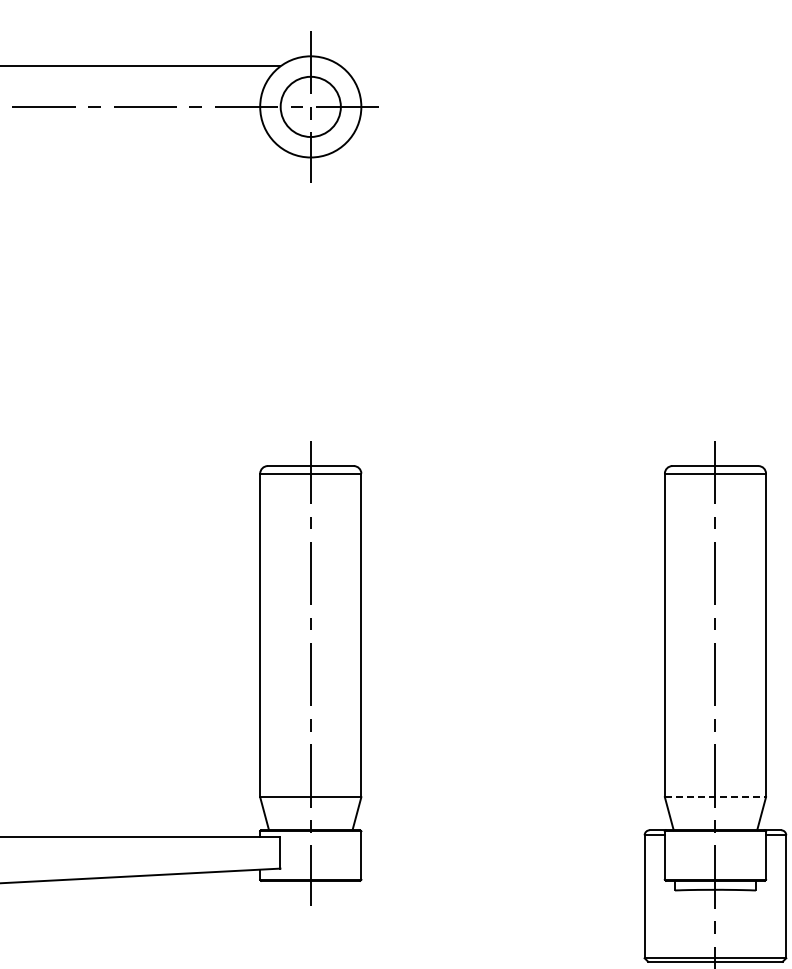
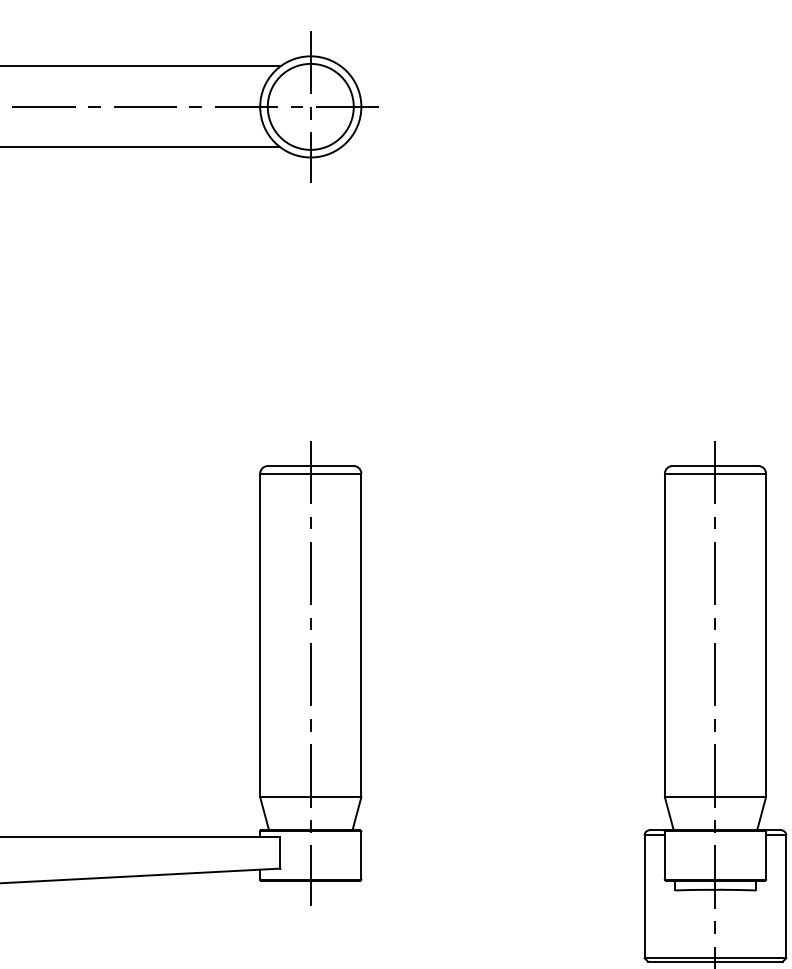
circle at (310, 106) diameter: 60 px -> 86 px
line at (141, 147): none -> present
line at (715, 797): dashed -> solid
